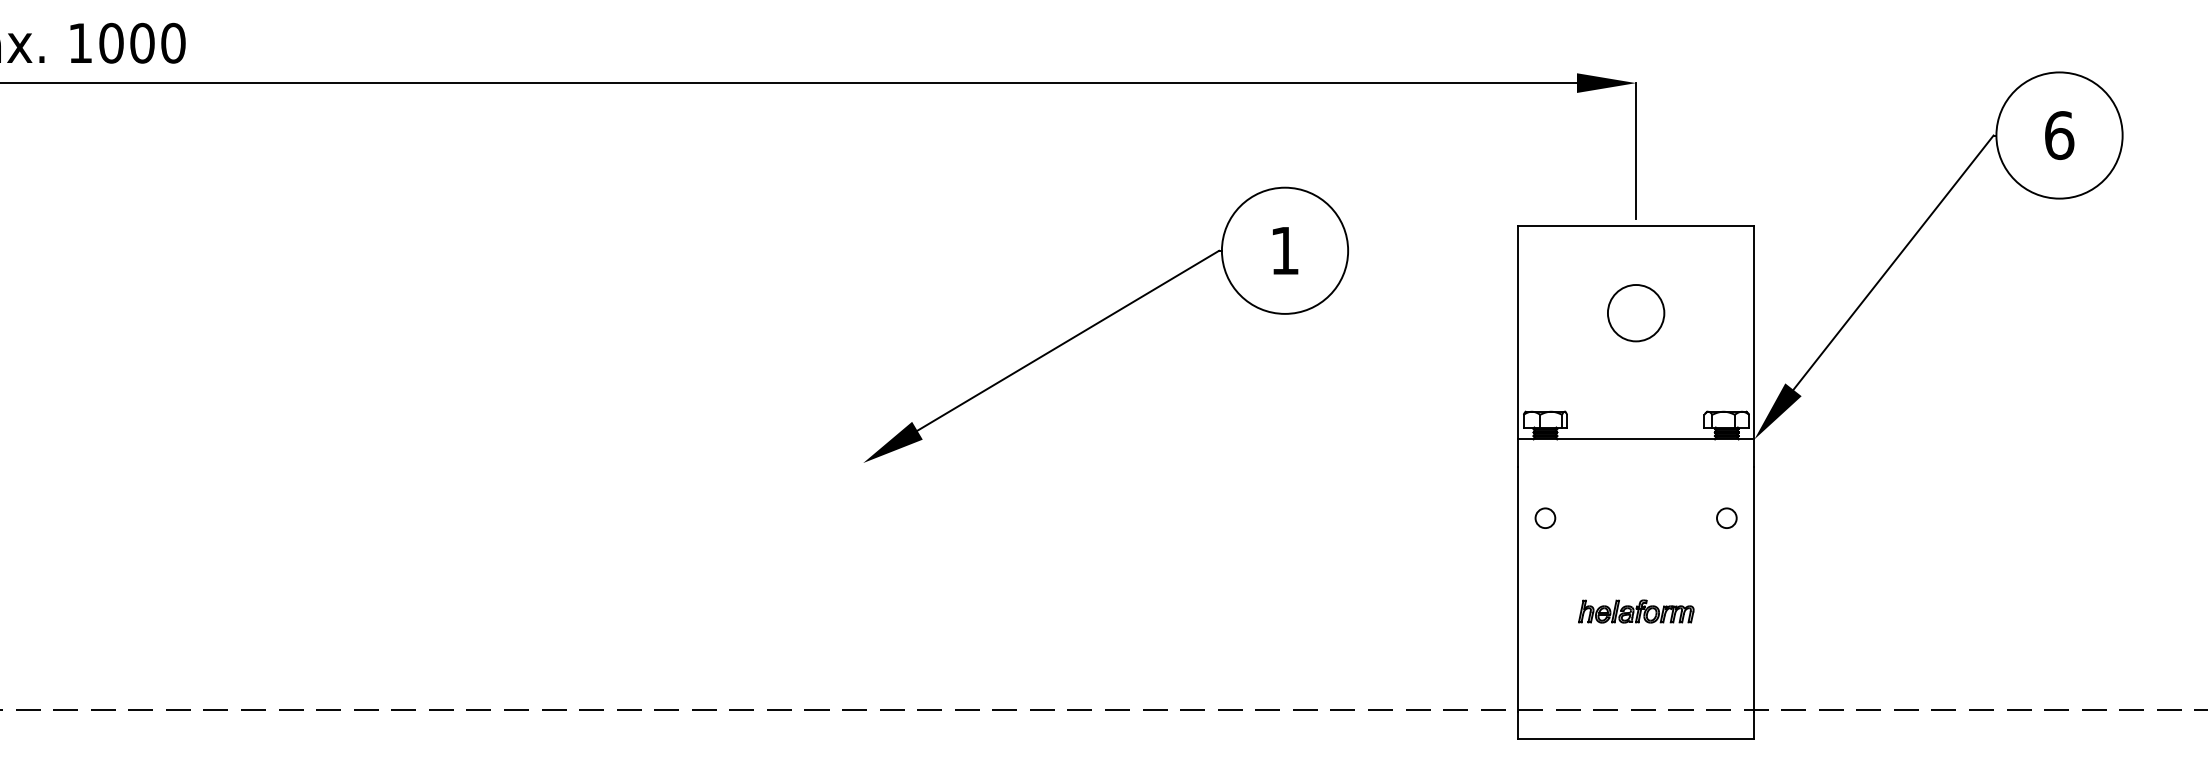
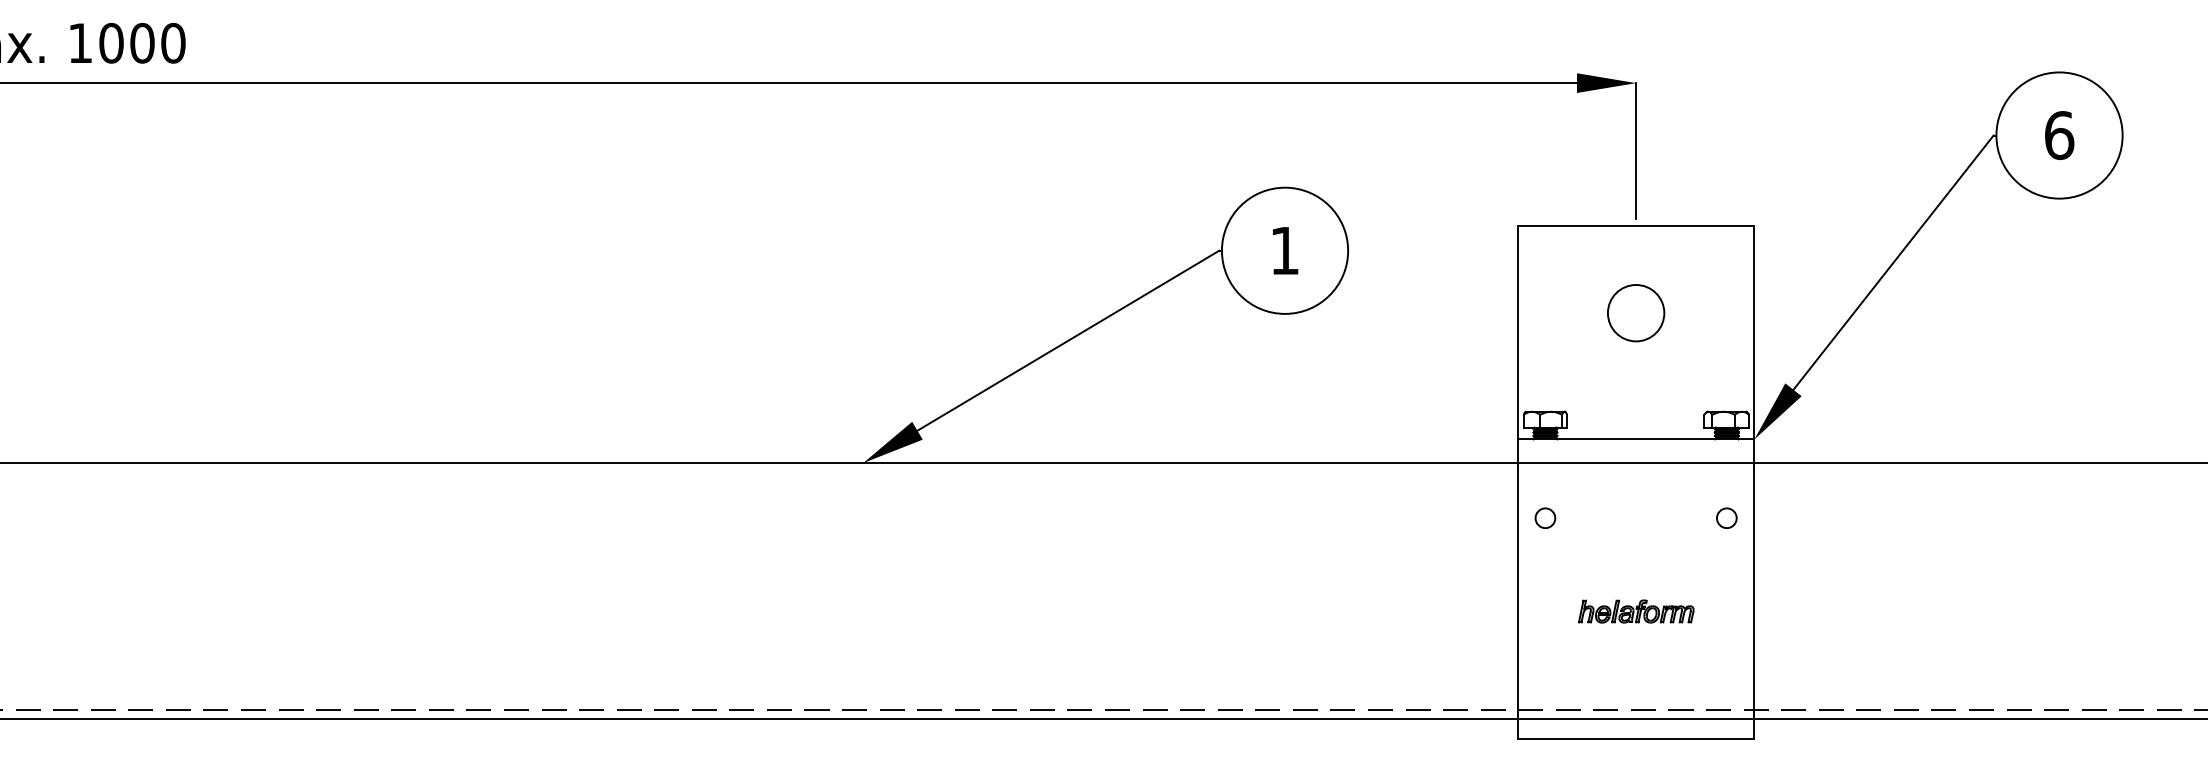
line at (1103, 463): none -> present
line at (1103, 719): none -> present
